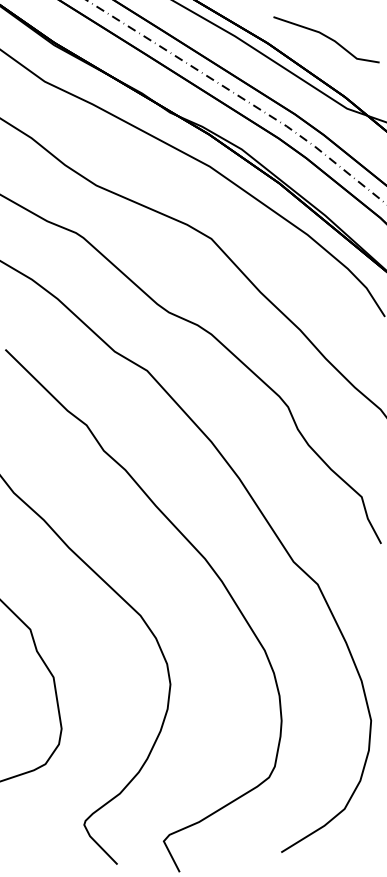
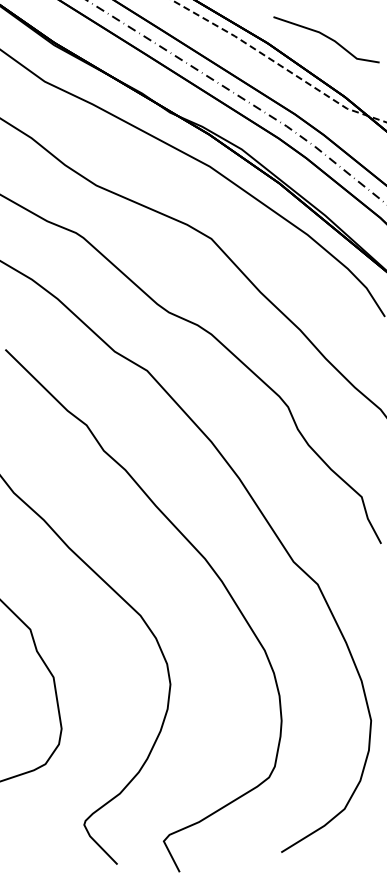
line at (278, 64): solid -> dashed
